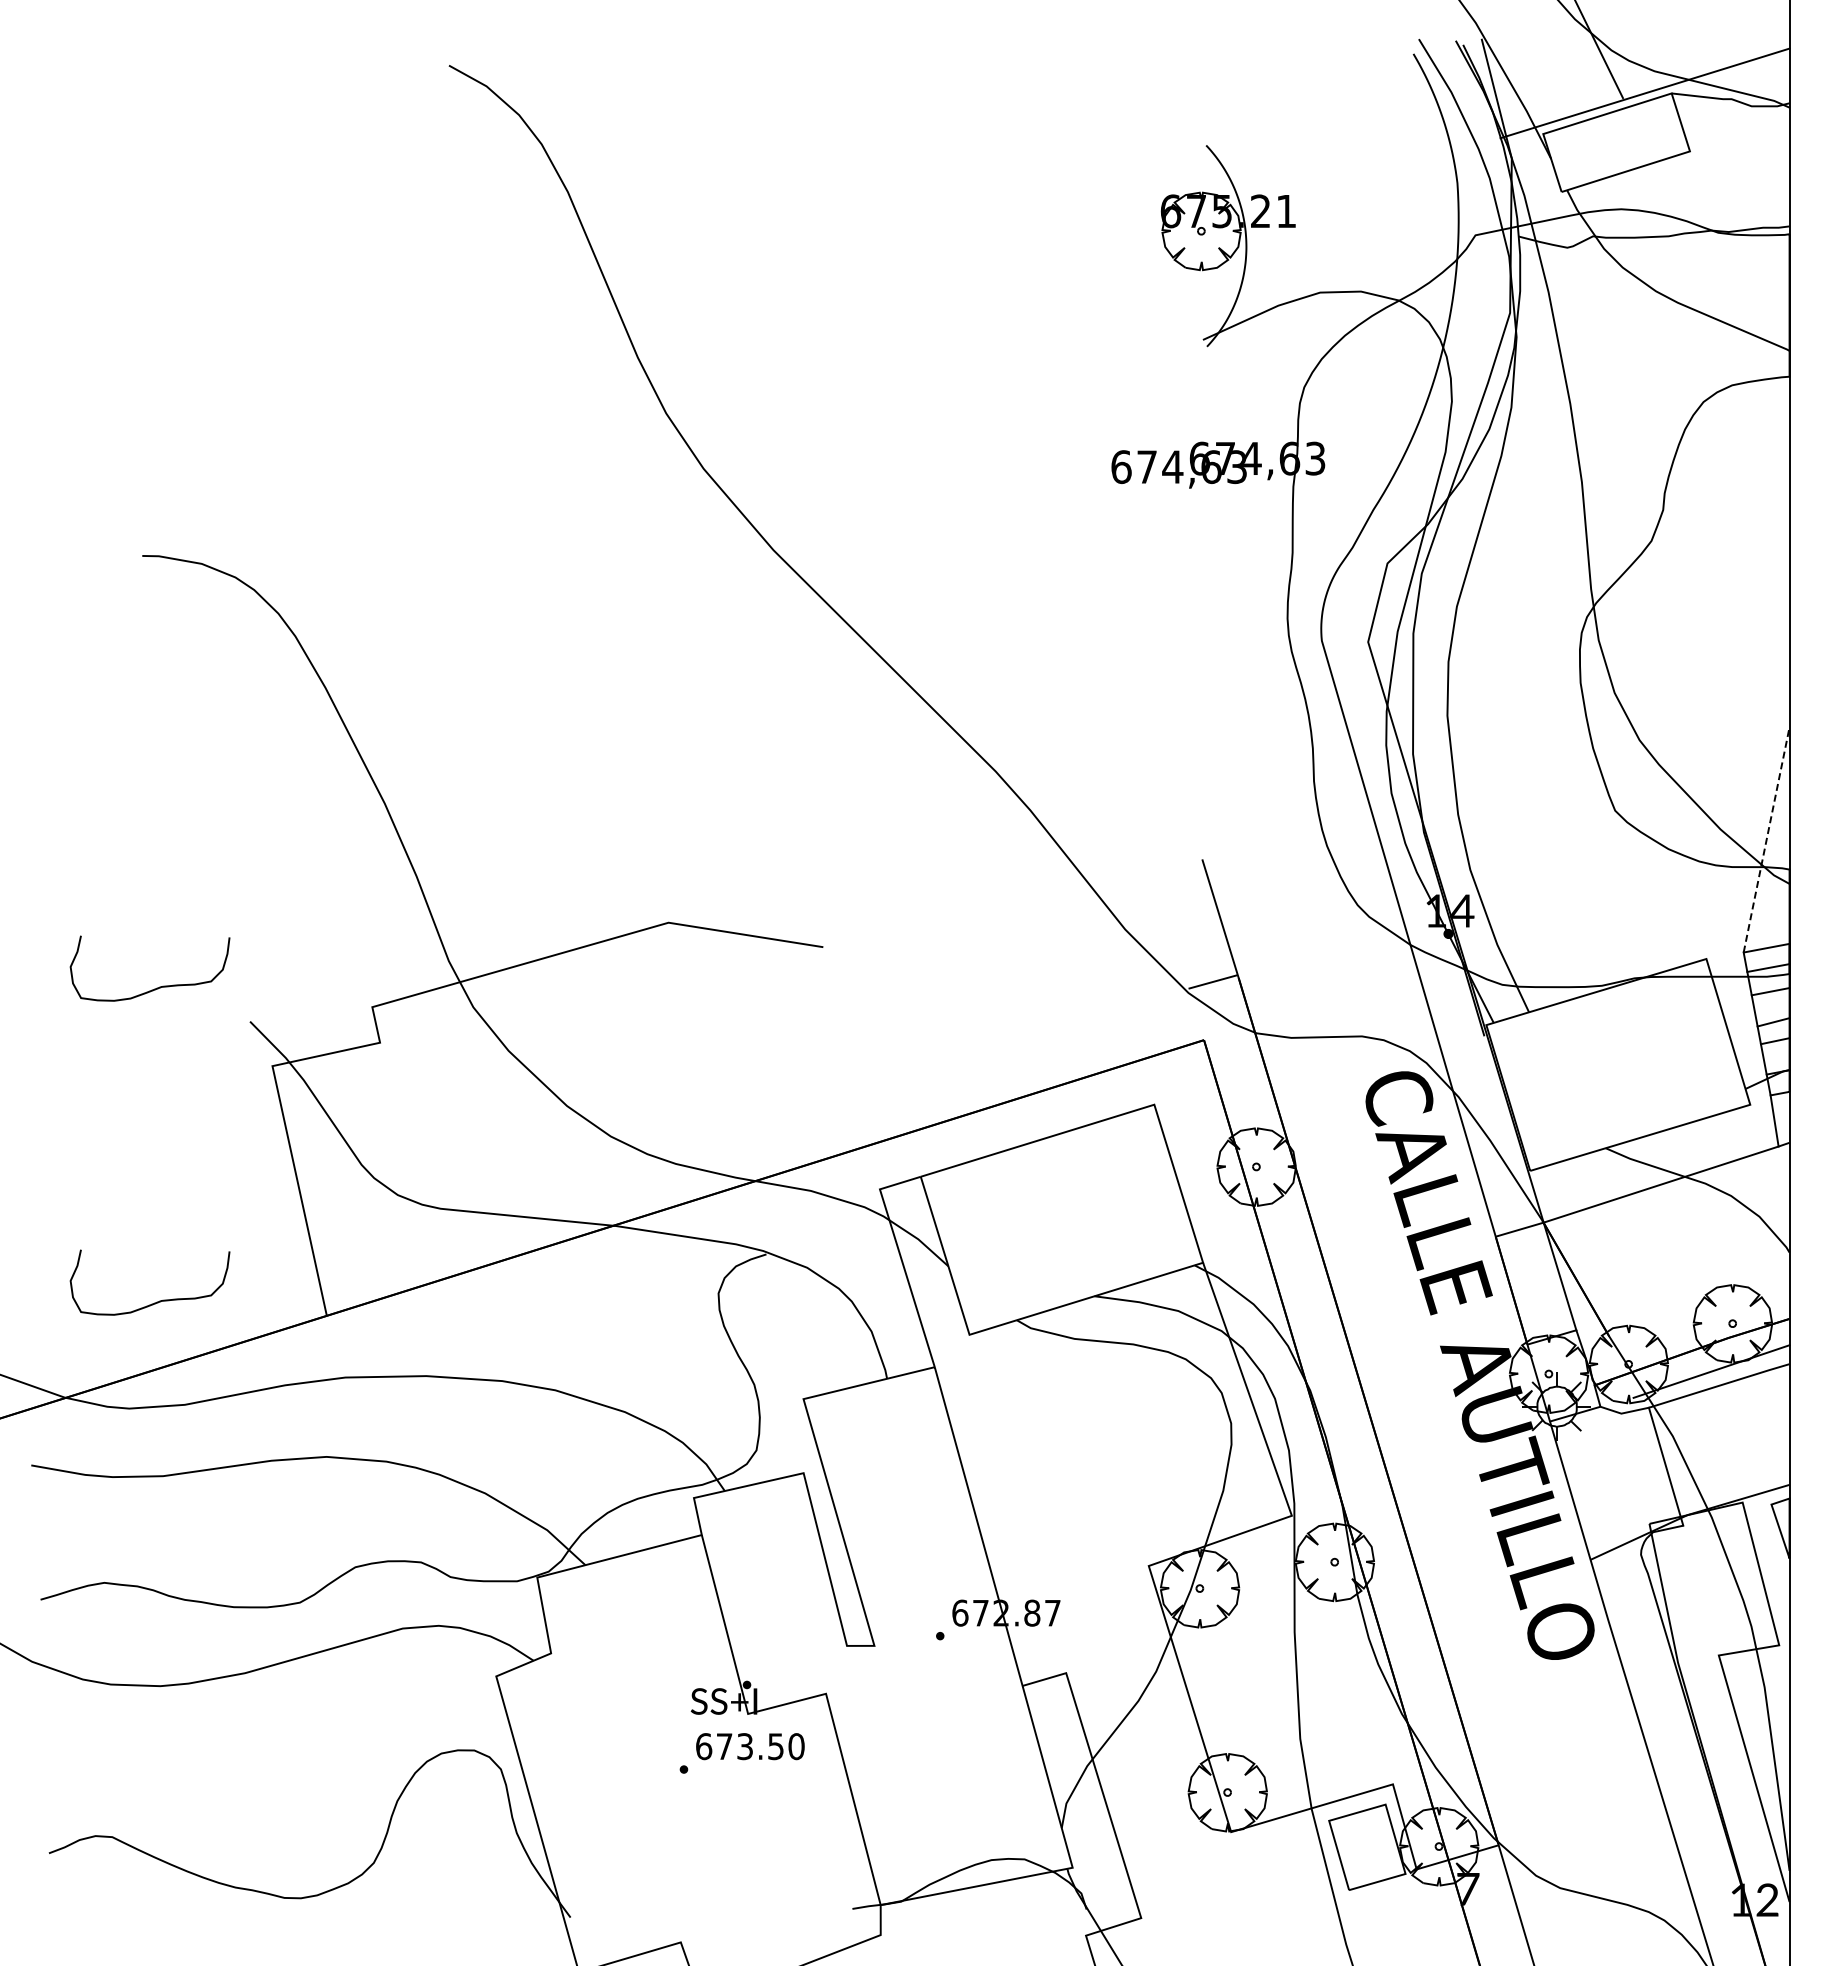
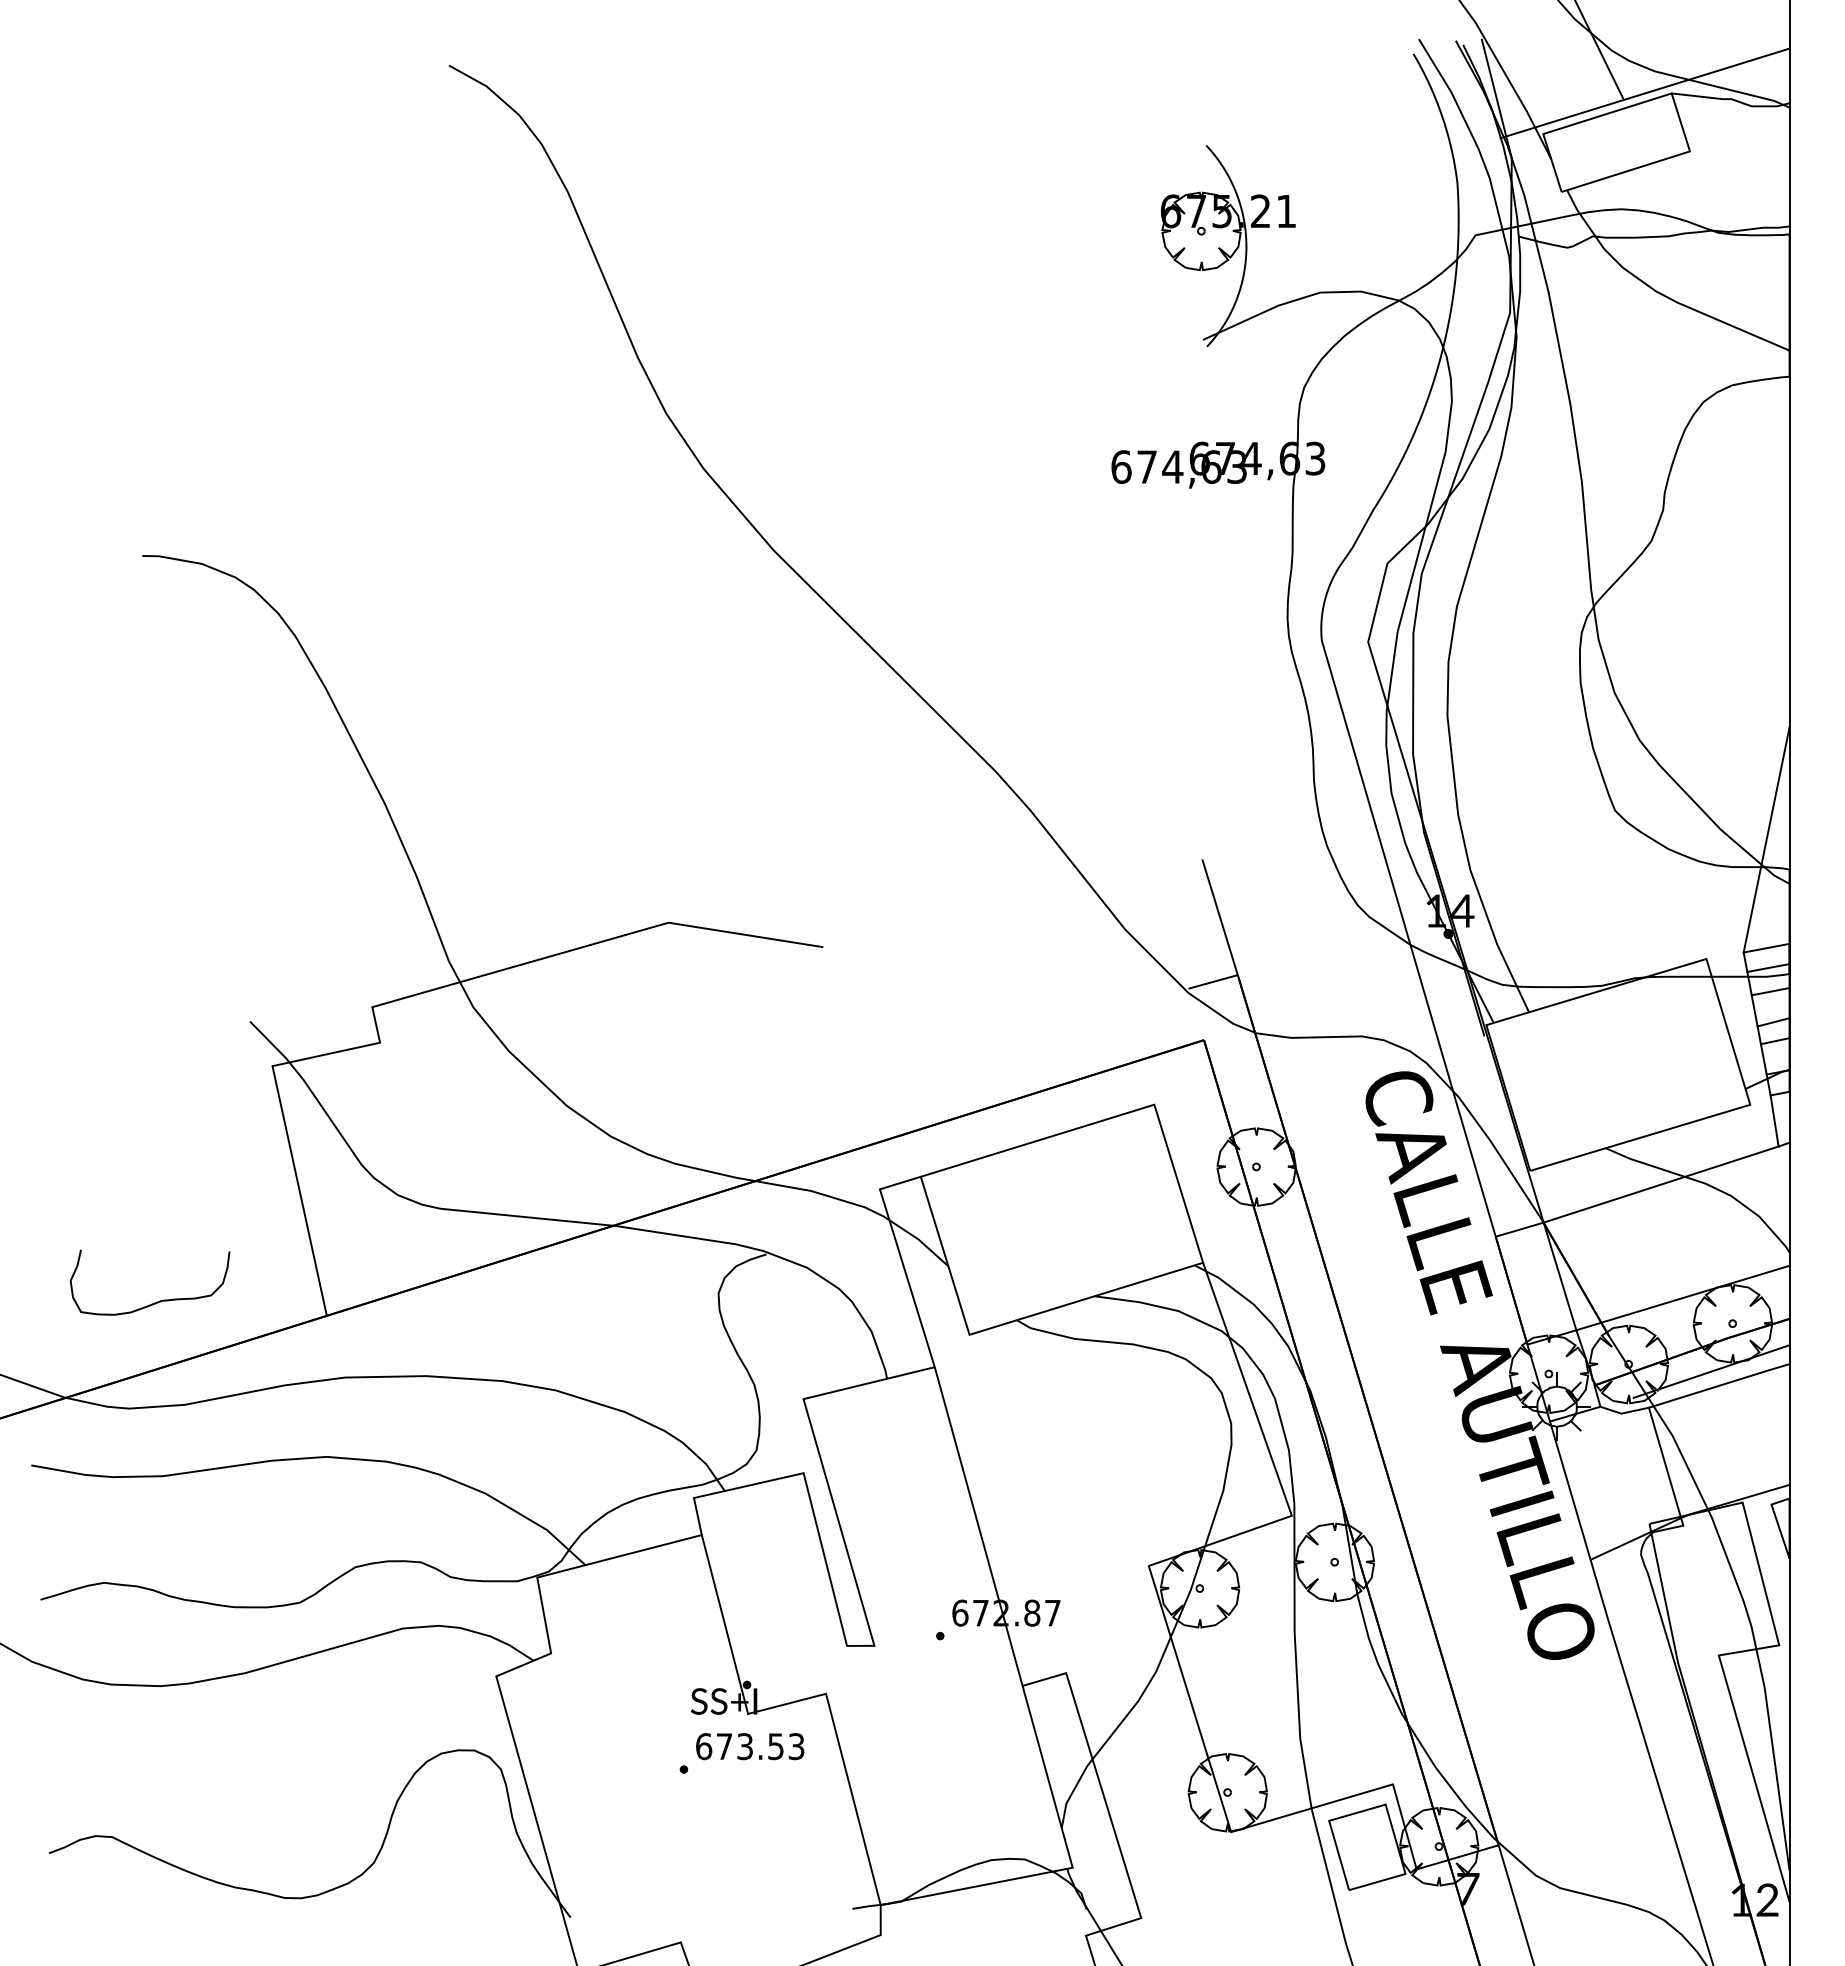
line at (1766, 839): dashed -> solid
curve at (159, 986): present -> none
line at (1682, 1297): none -> present
text at (796, 1746): 673.50 -> 673.53
